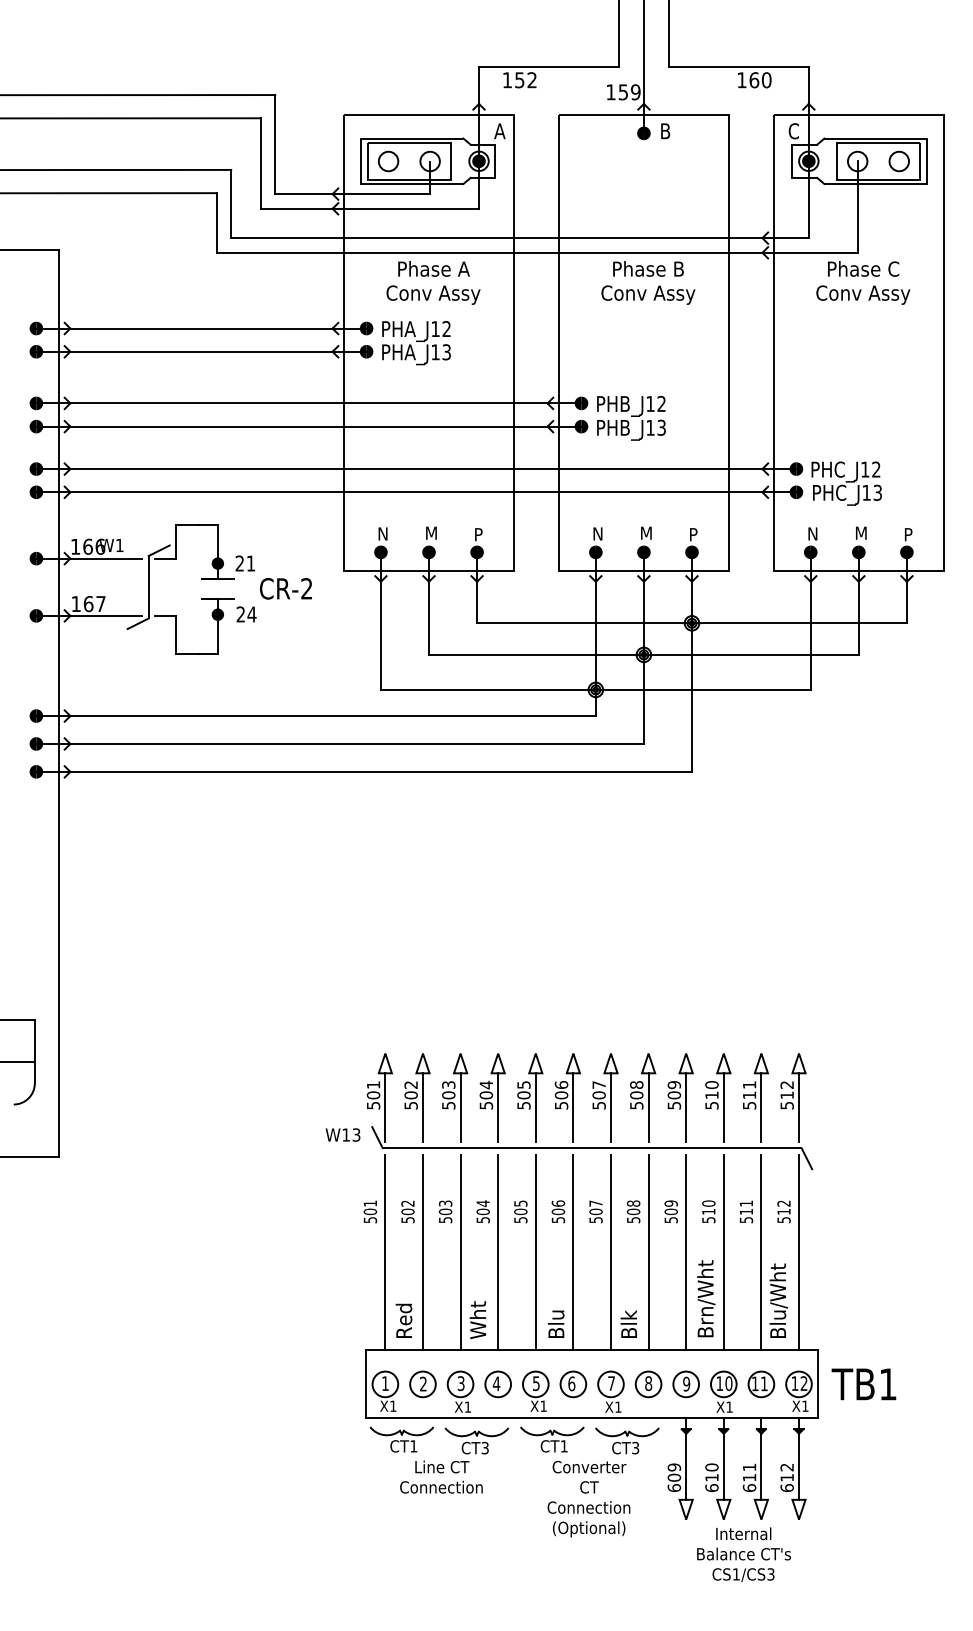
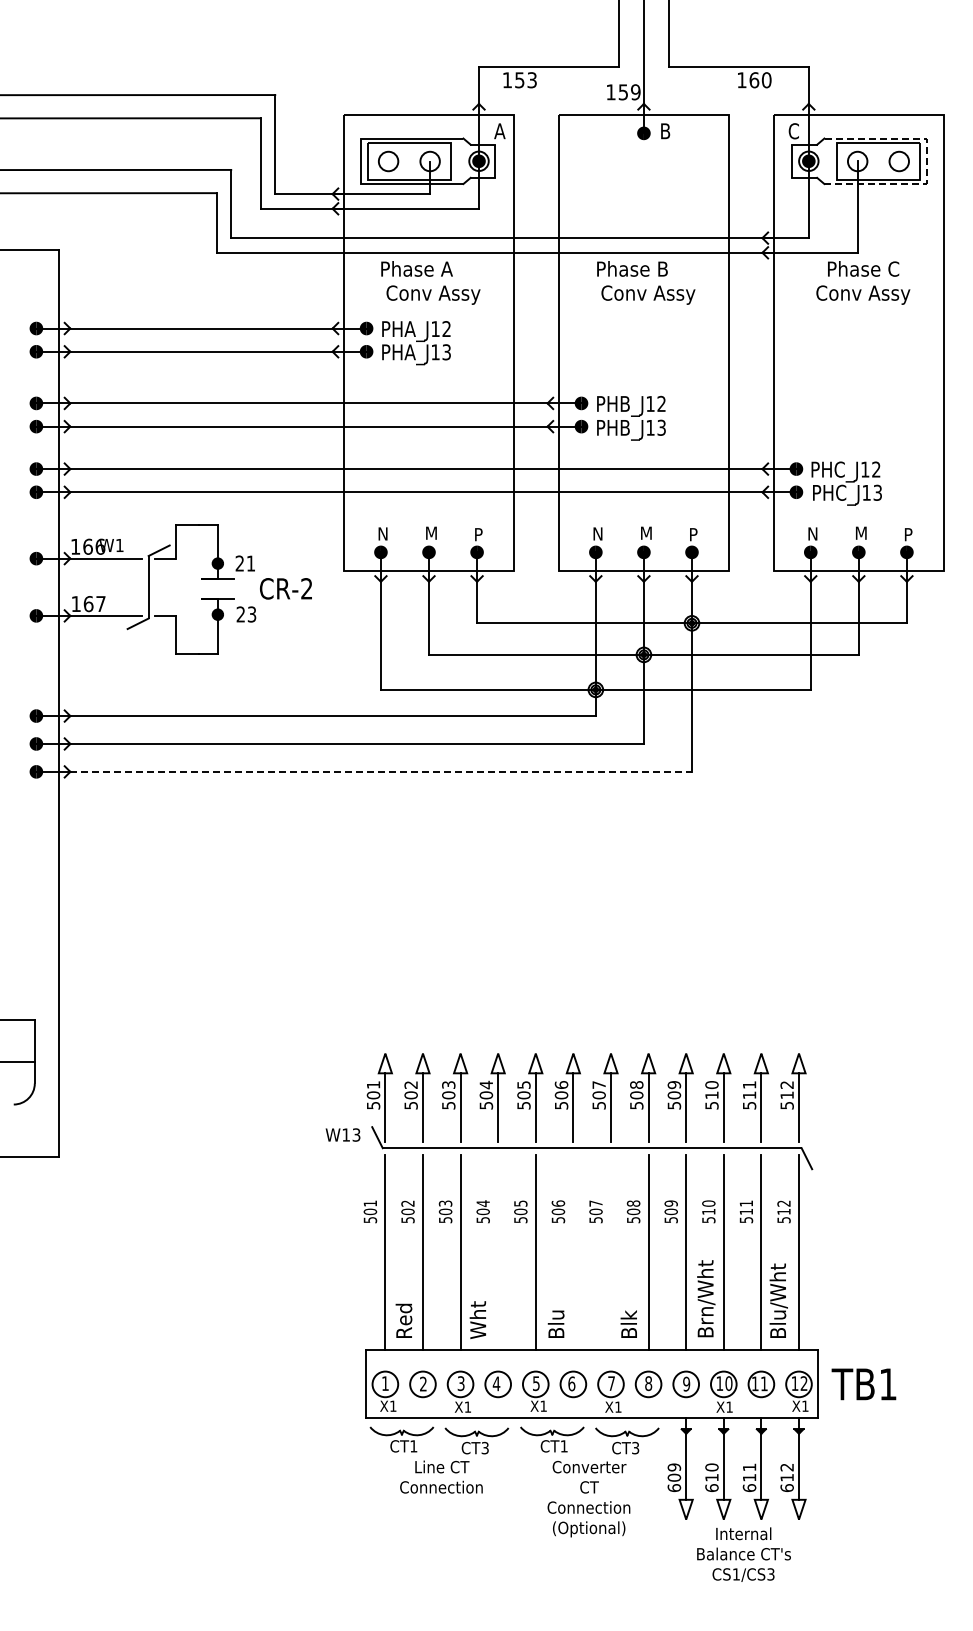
text at (531, 80): 152 -> 153
line at (926, 161): solid -> dashed
text at (433, 268) position: (433, 268) -> (416, 268)
text at (648, 268) position: (648, 268) -> (632, 268)
text at (251, 614): 24 -> 23
line at (381, 771): solid -> dashed
line at (498, 1252): present -> none
line at (573, 1252): present -> none
line at (611, 1252): present -> none
